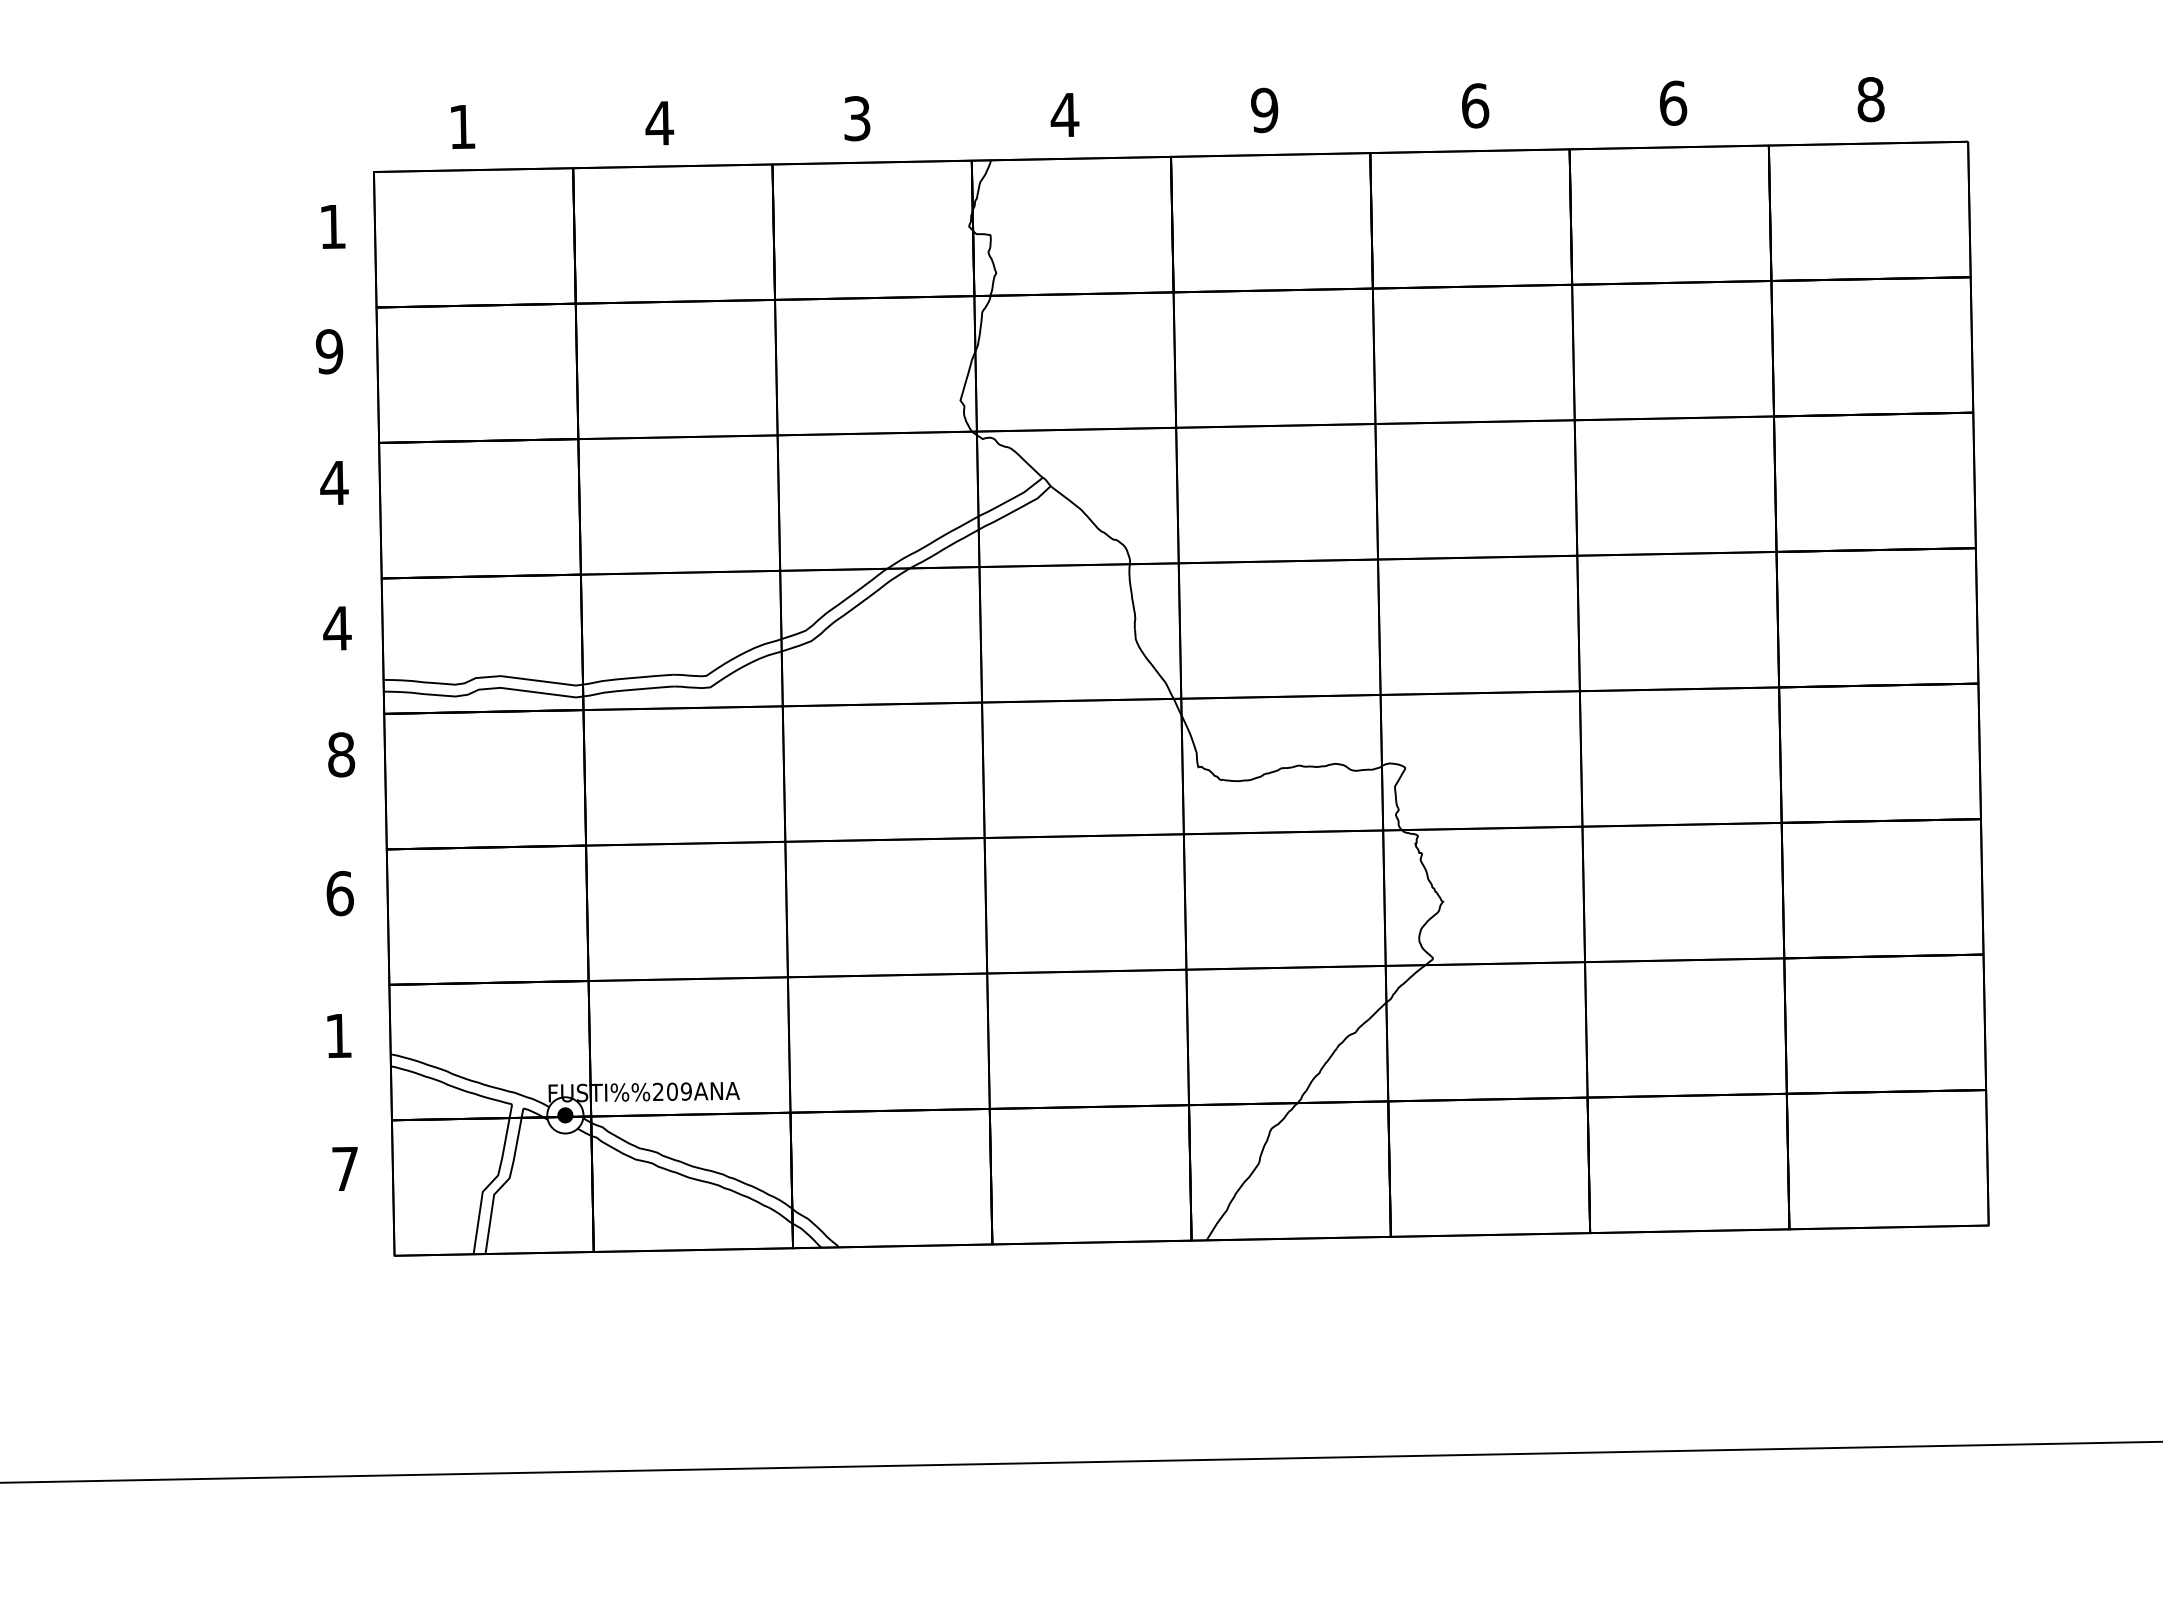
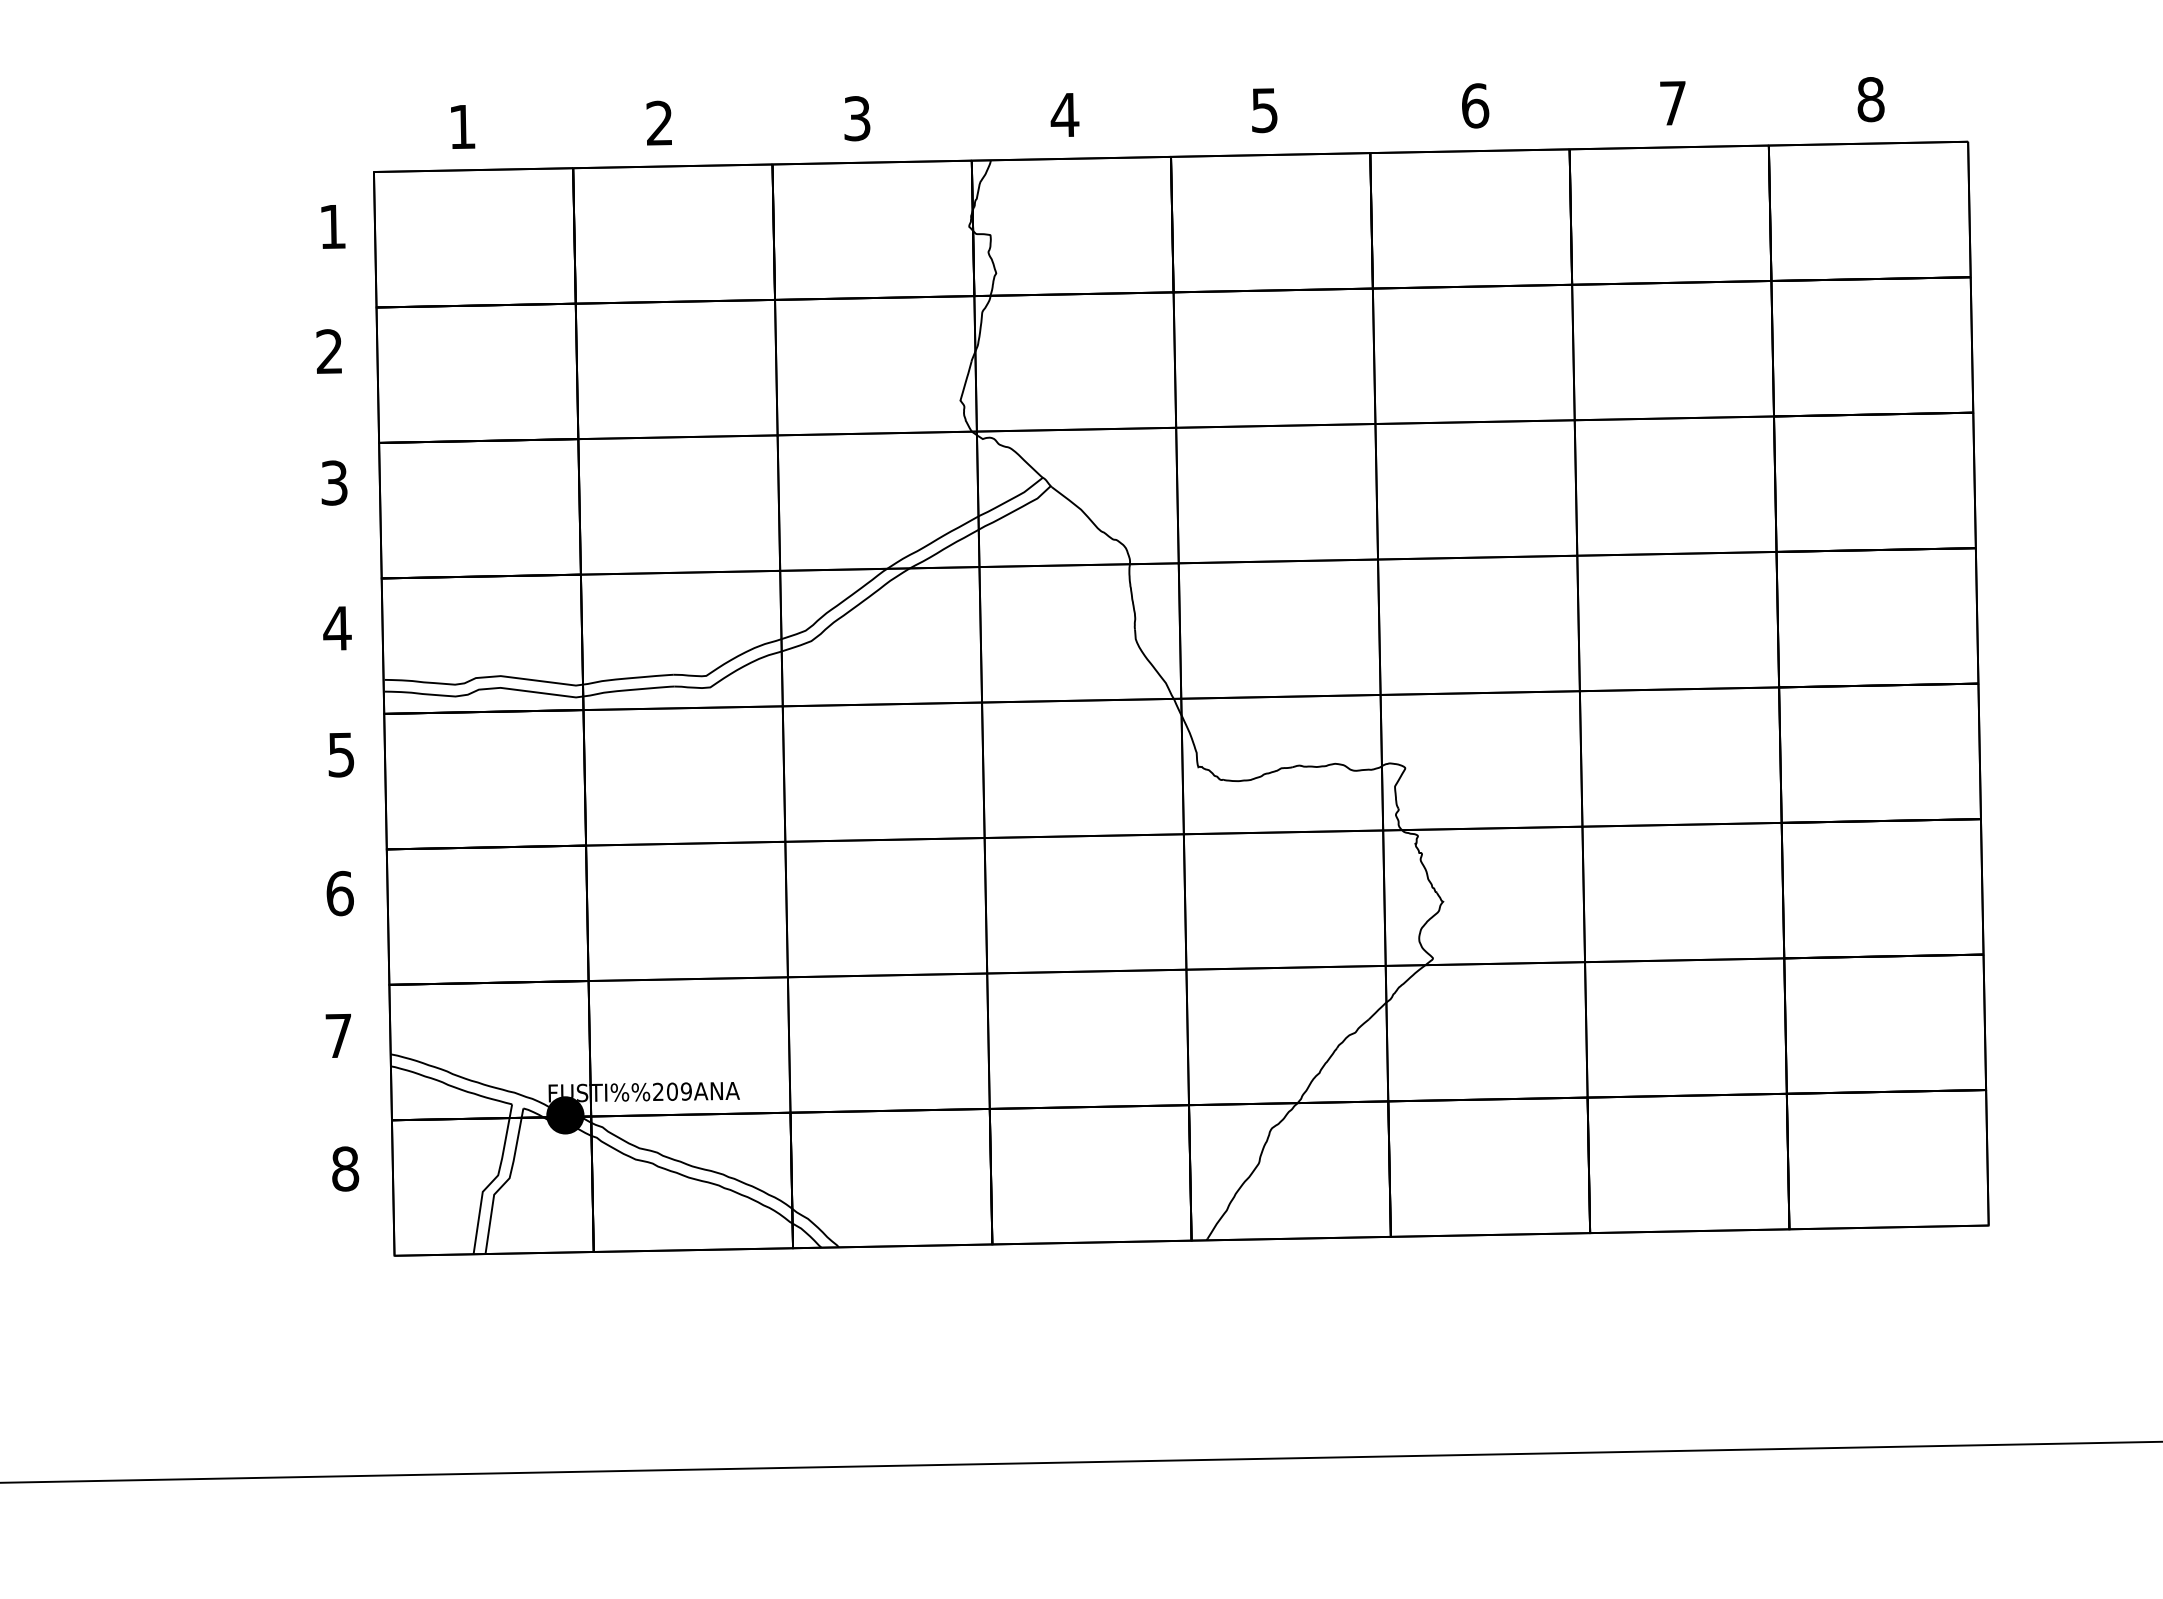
text at (1673, 102): 6 -> 7
text at (1264, 109): 9 -> 5
text at (659, 122): 4 -> 2
text at (329, 351): 9 -> 2
text at (334, 482): 4 -> 3
text at (341, 754): 8 -> 5
text at (338, 1035): 1 -> 7
fill at (565, 1115): none -> present
fill at (565, 1115): none -> present
text at (345, 1168): 7 -> 8
